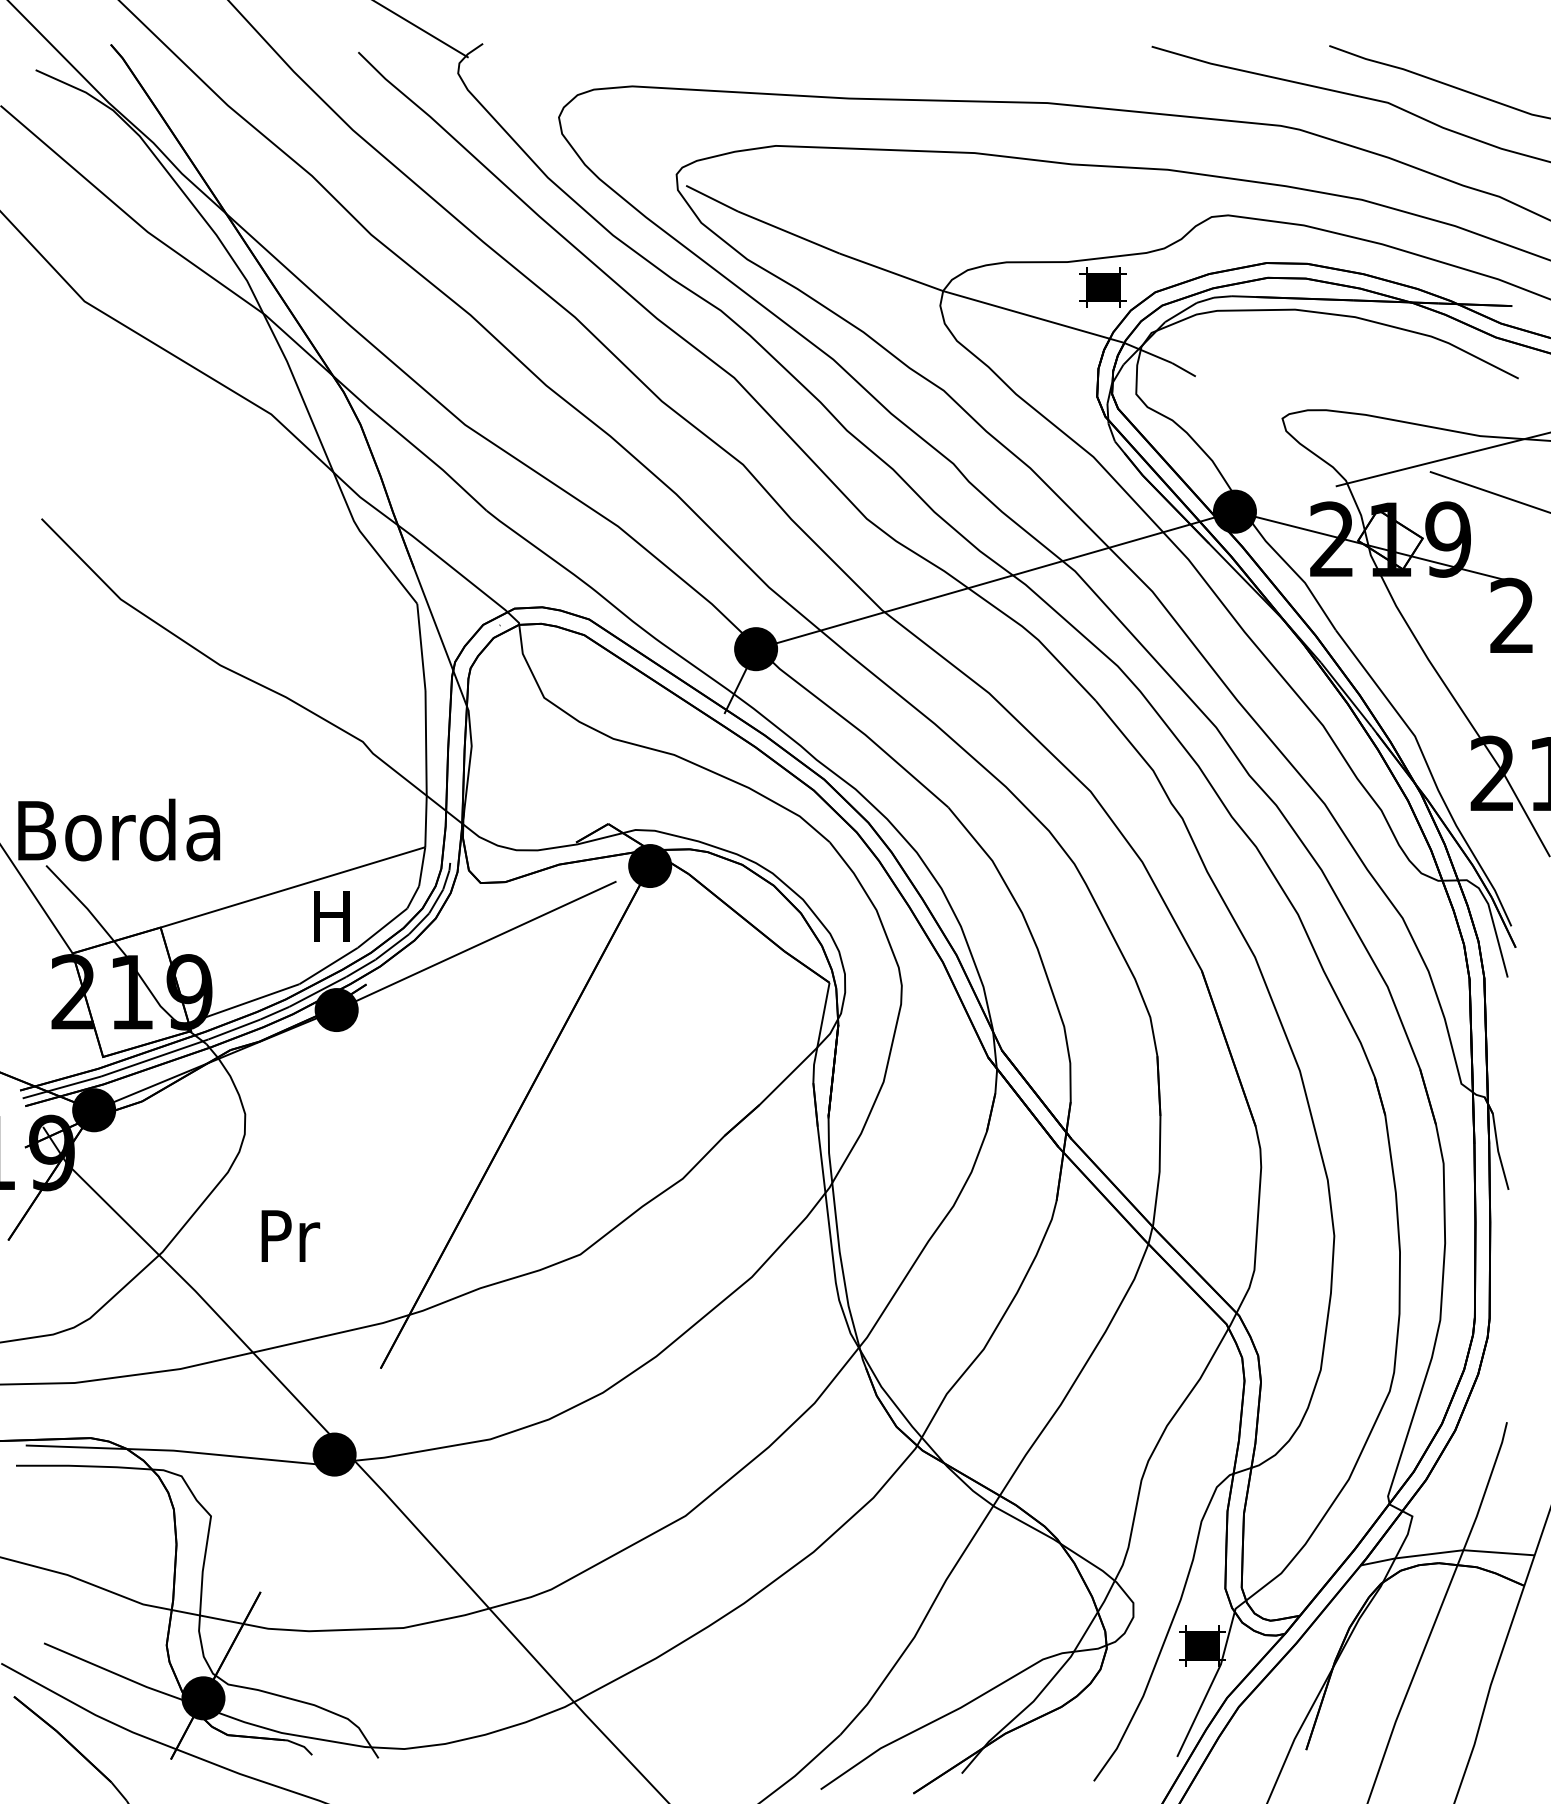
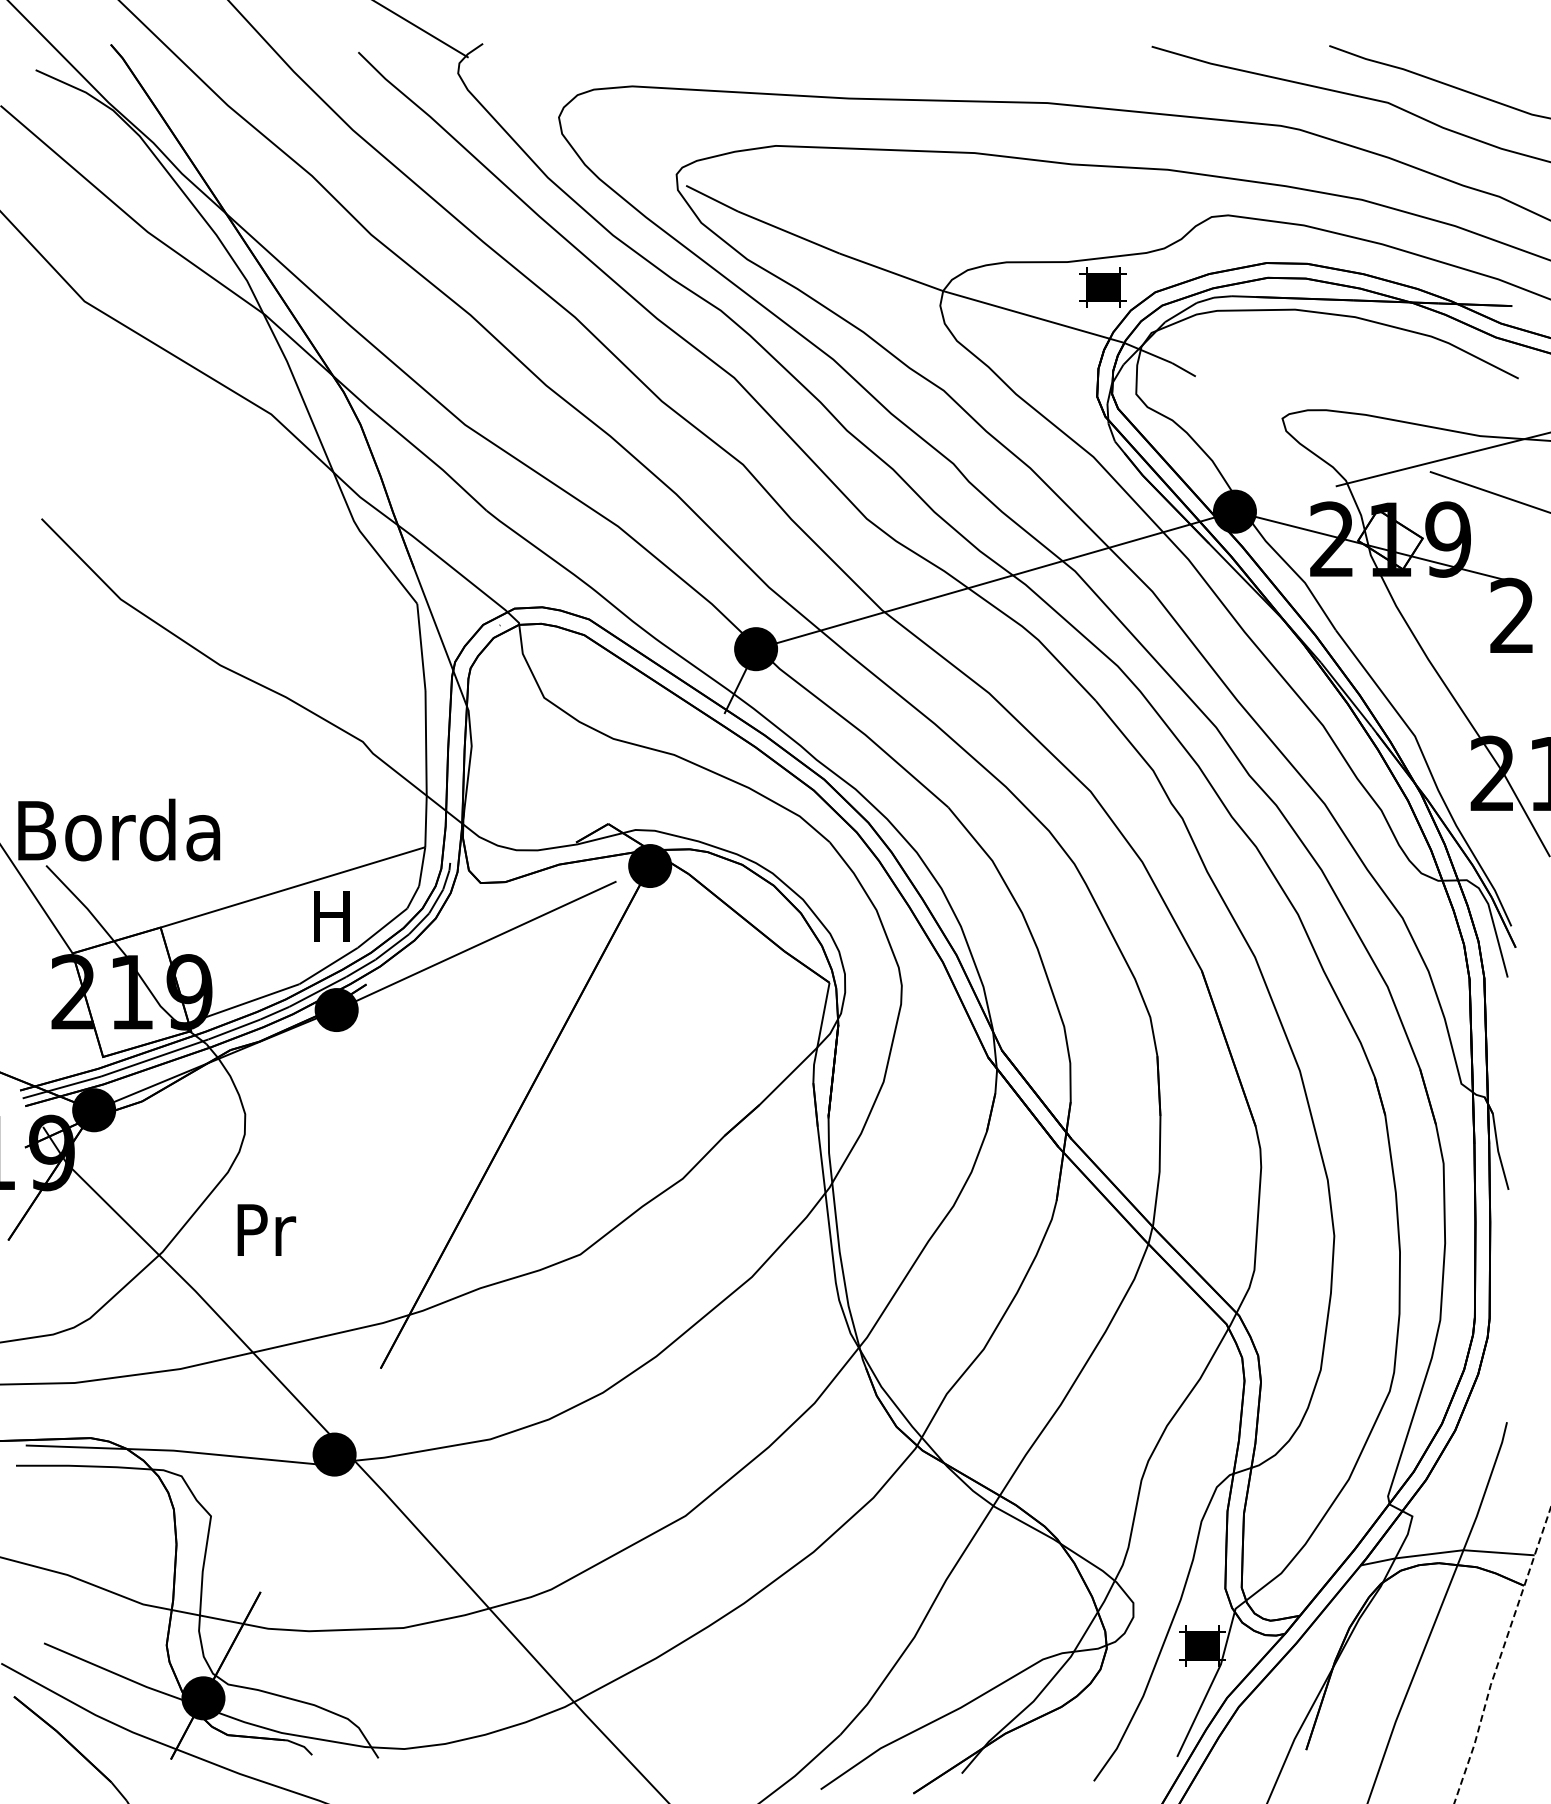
text at (290, 1235) position: (290, 1235) -> (266, 1229)
line at (1500, 1655): solid -> dashed
